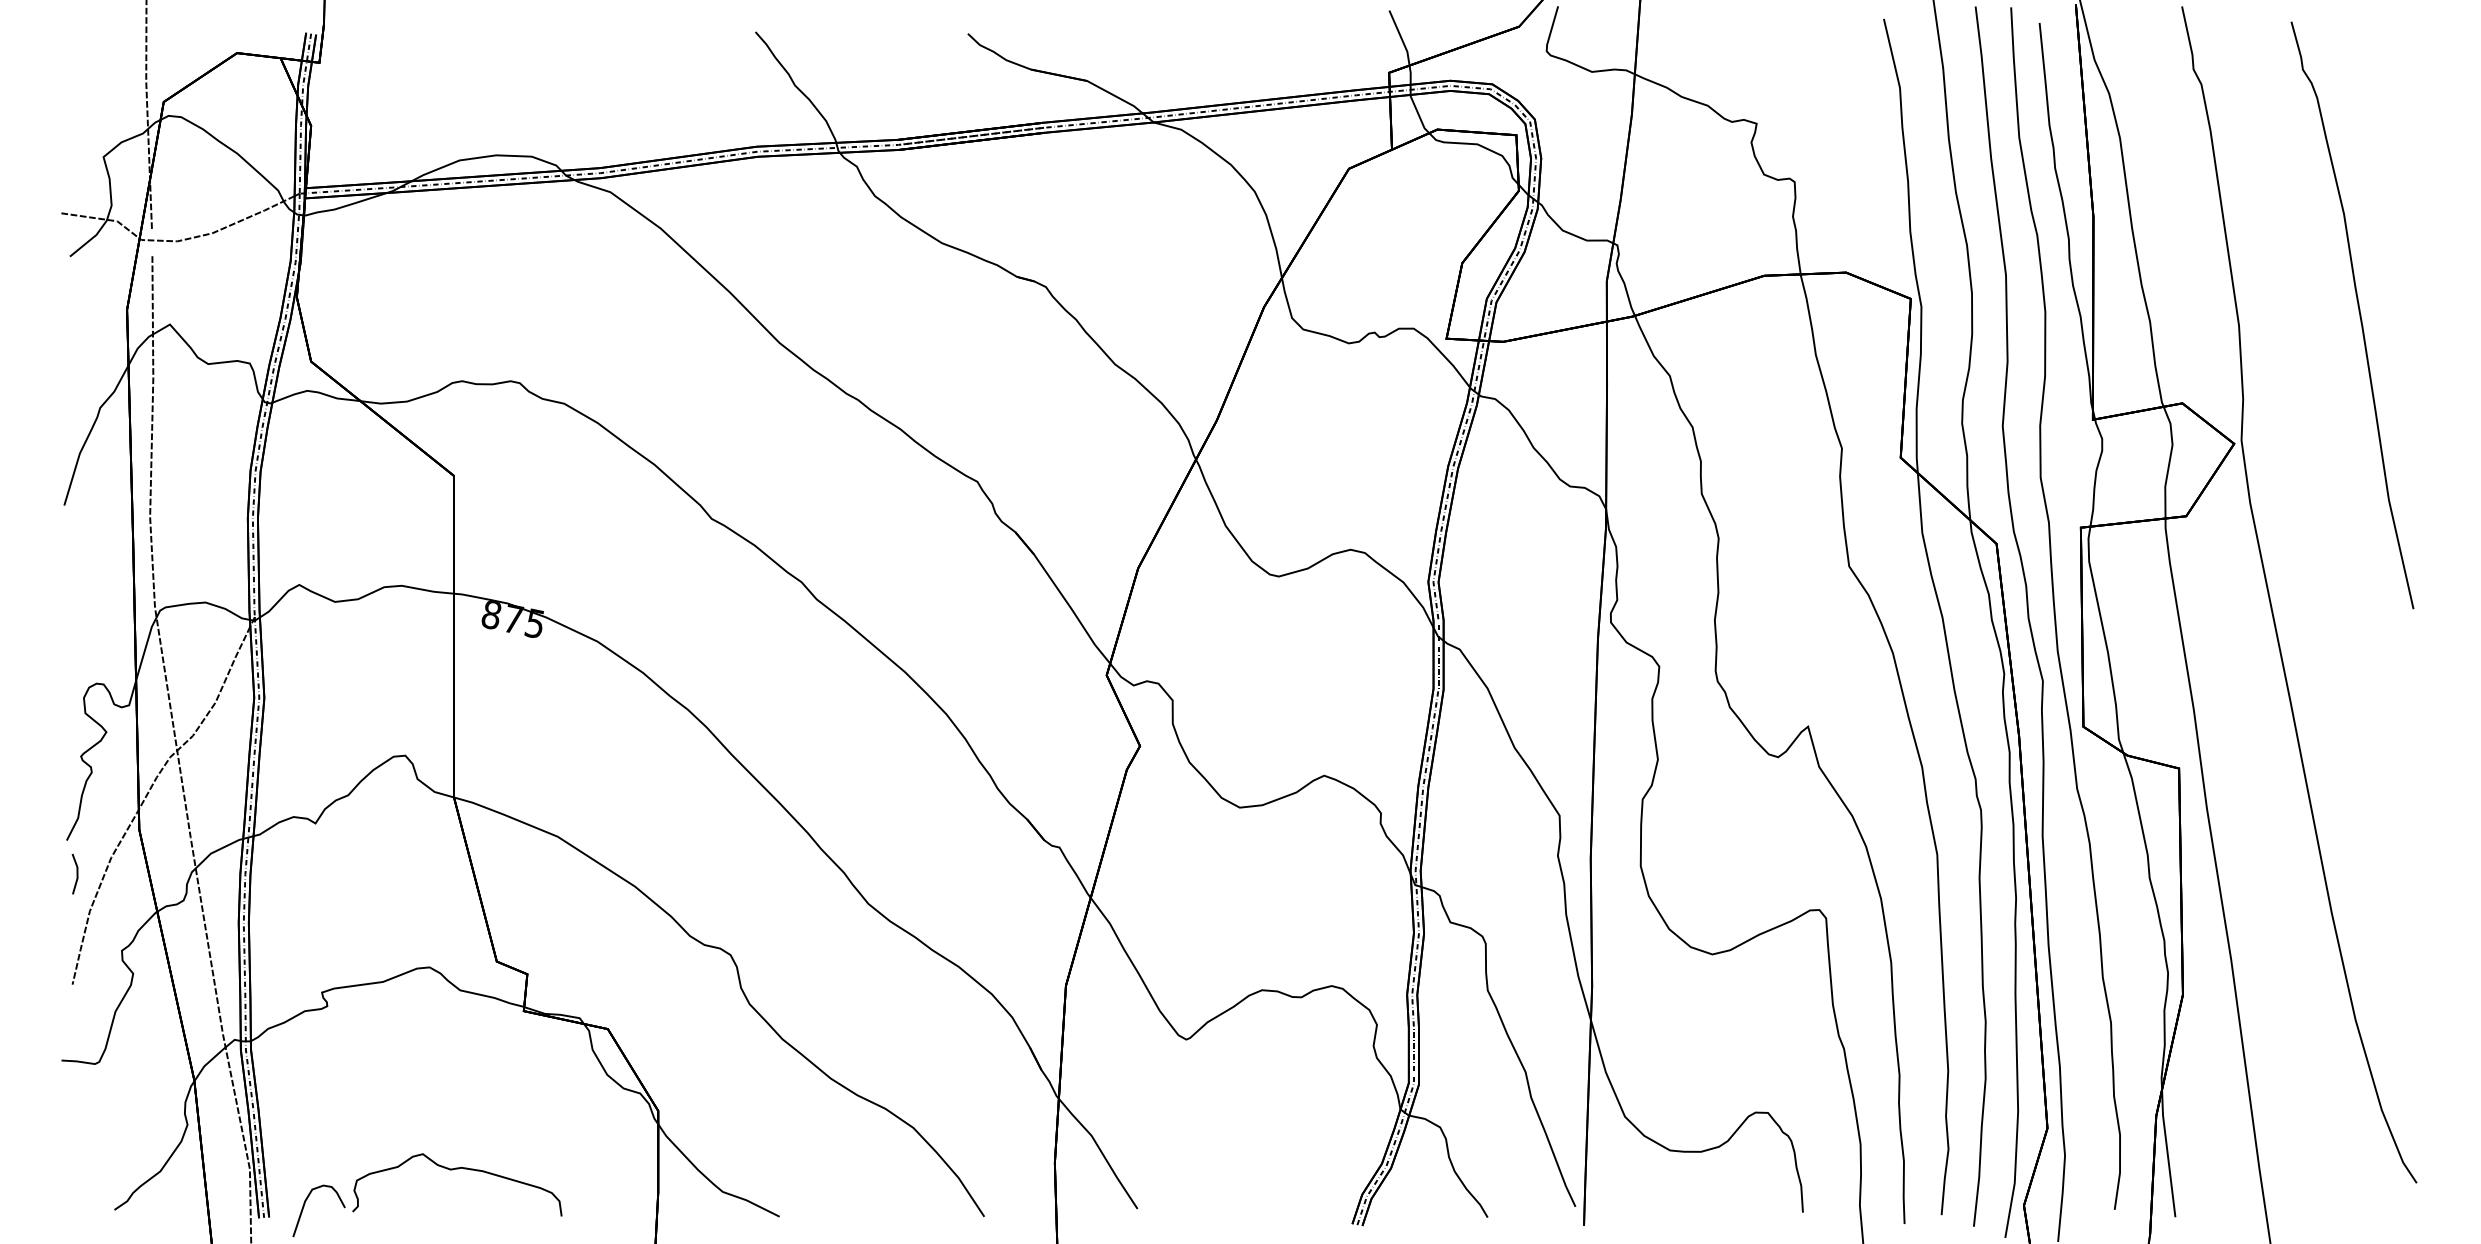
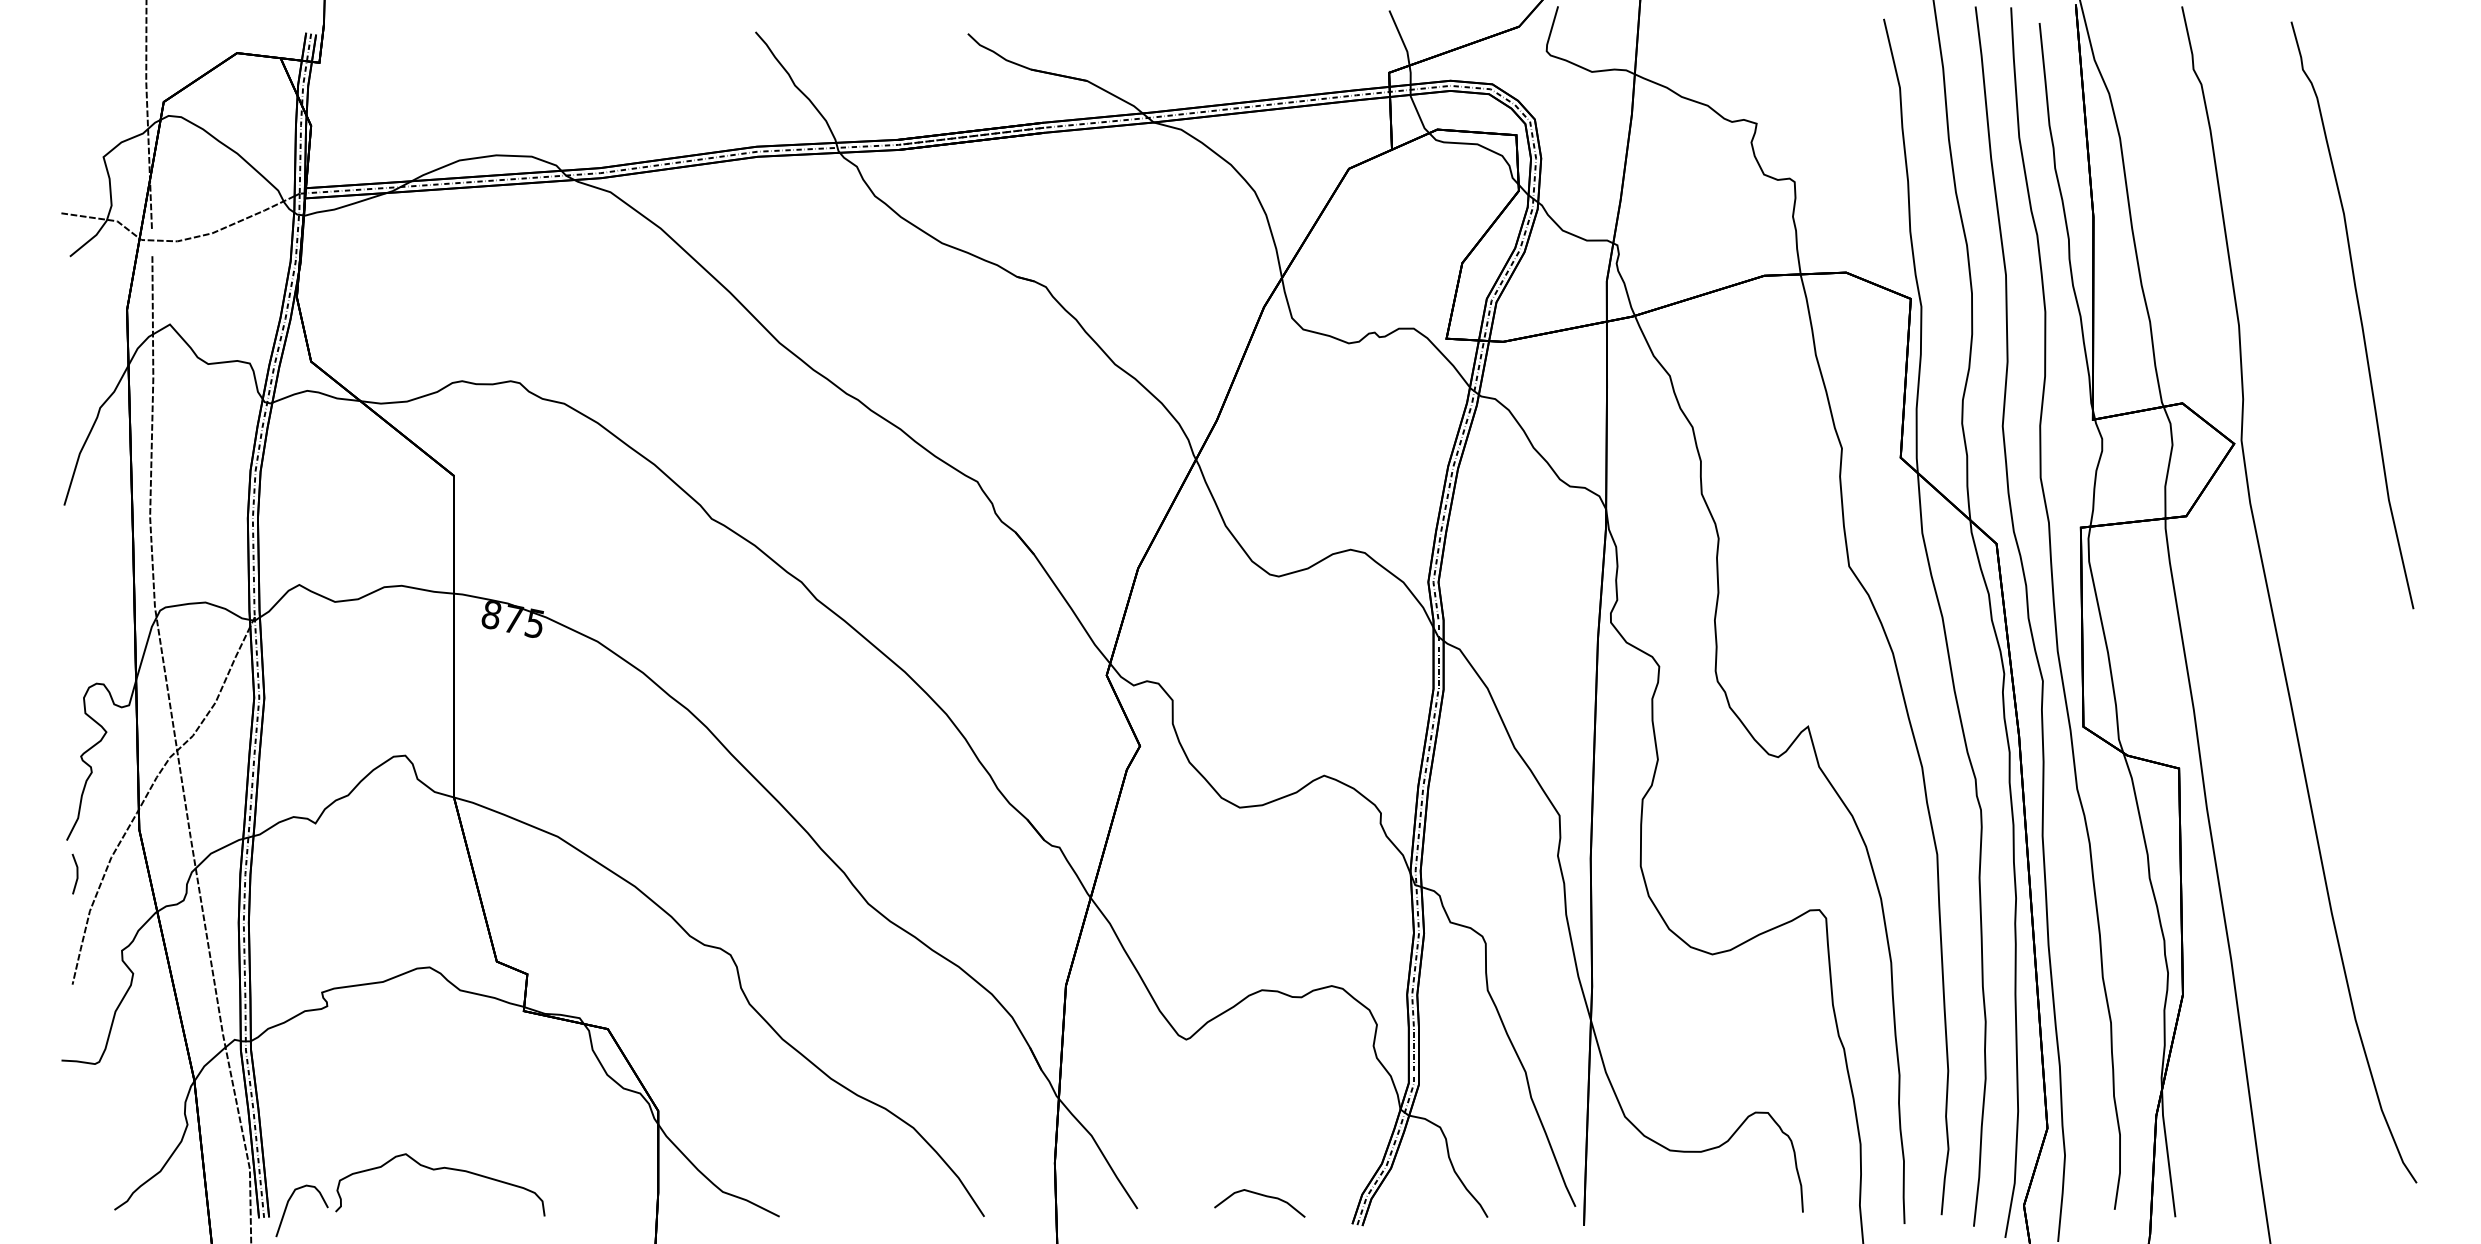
part at (438, 1166) position: (438, 1166) -> (421, 1166)
curve at (1259, 1195): none -> present
